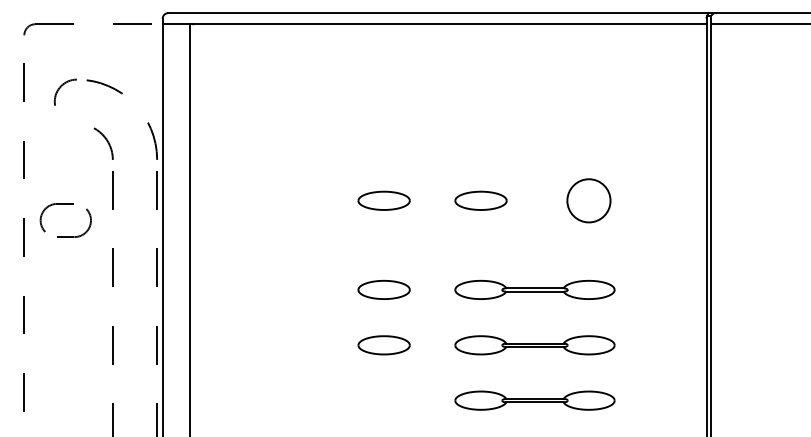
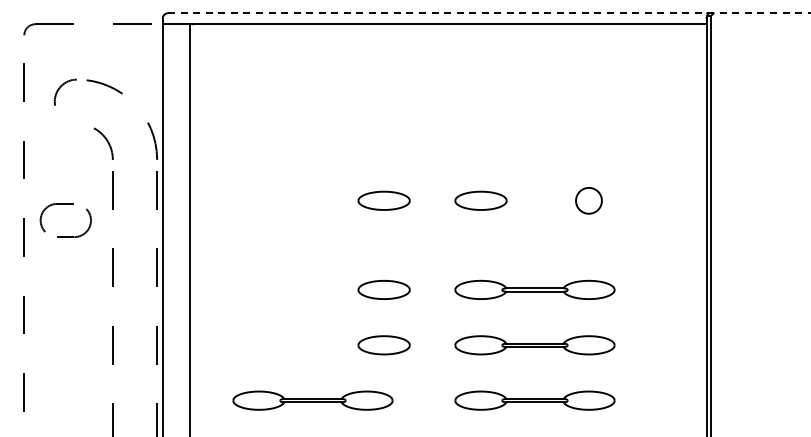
line at (489, 13): solid -> dashed
line at (758, 24): present -> none
circle at (588, 200) diameter: 43 px -> 26 px
part at (312, 400): none -> present
